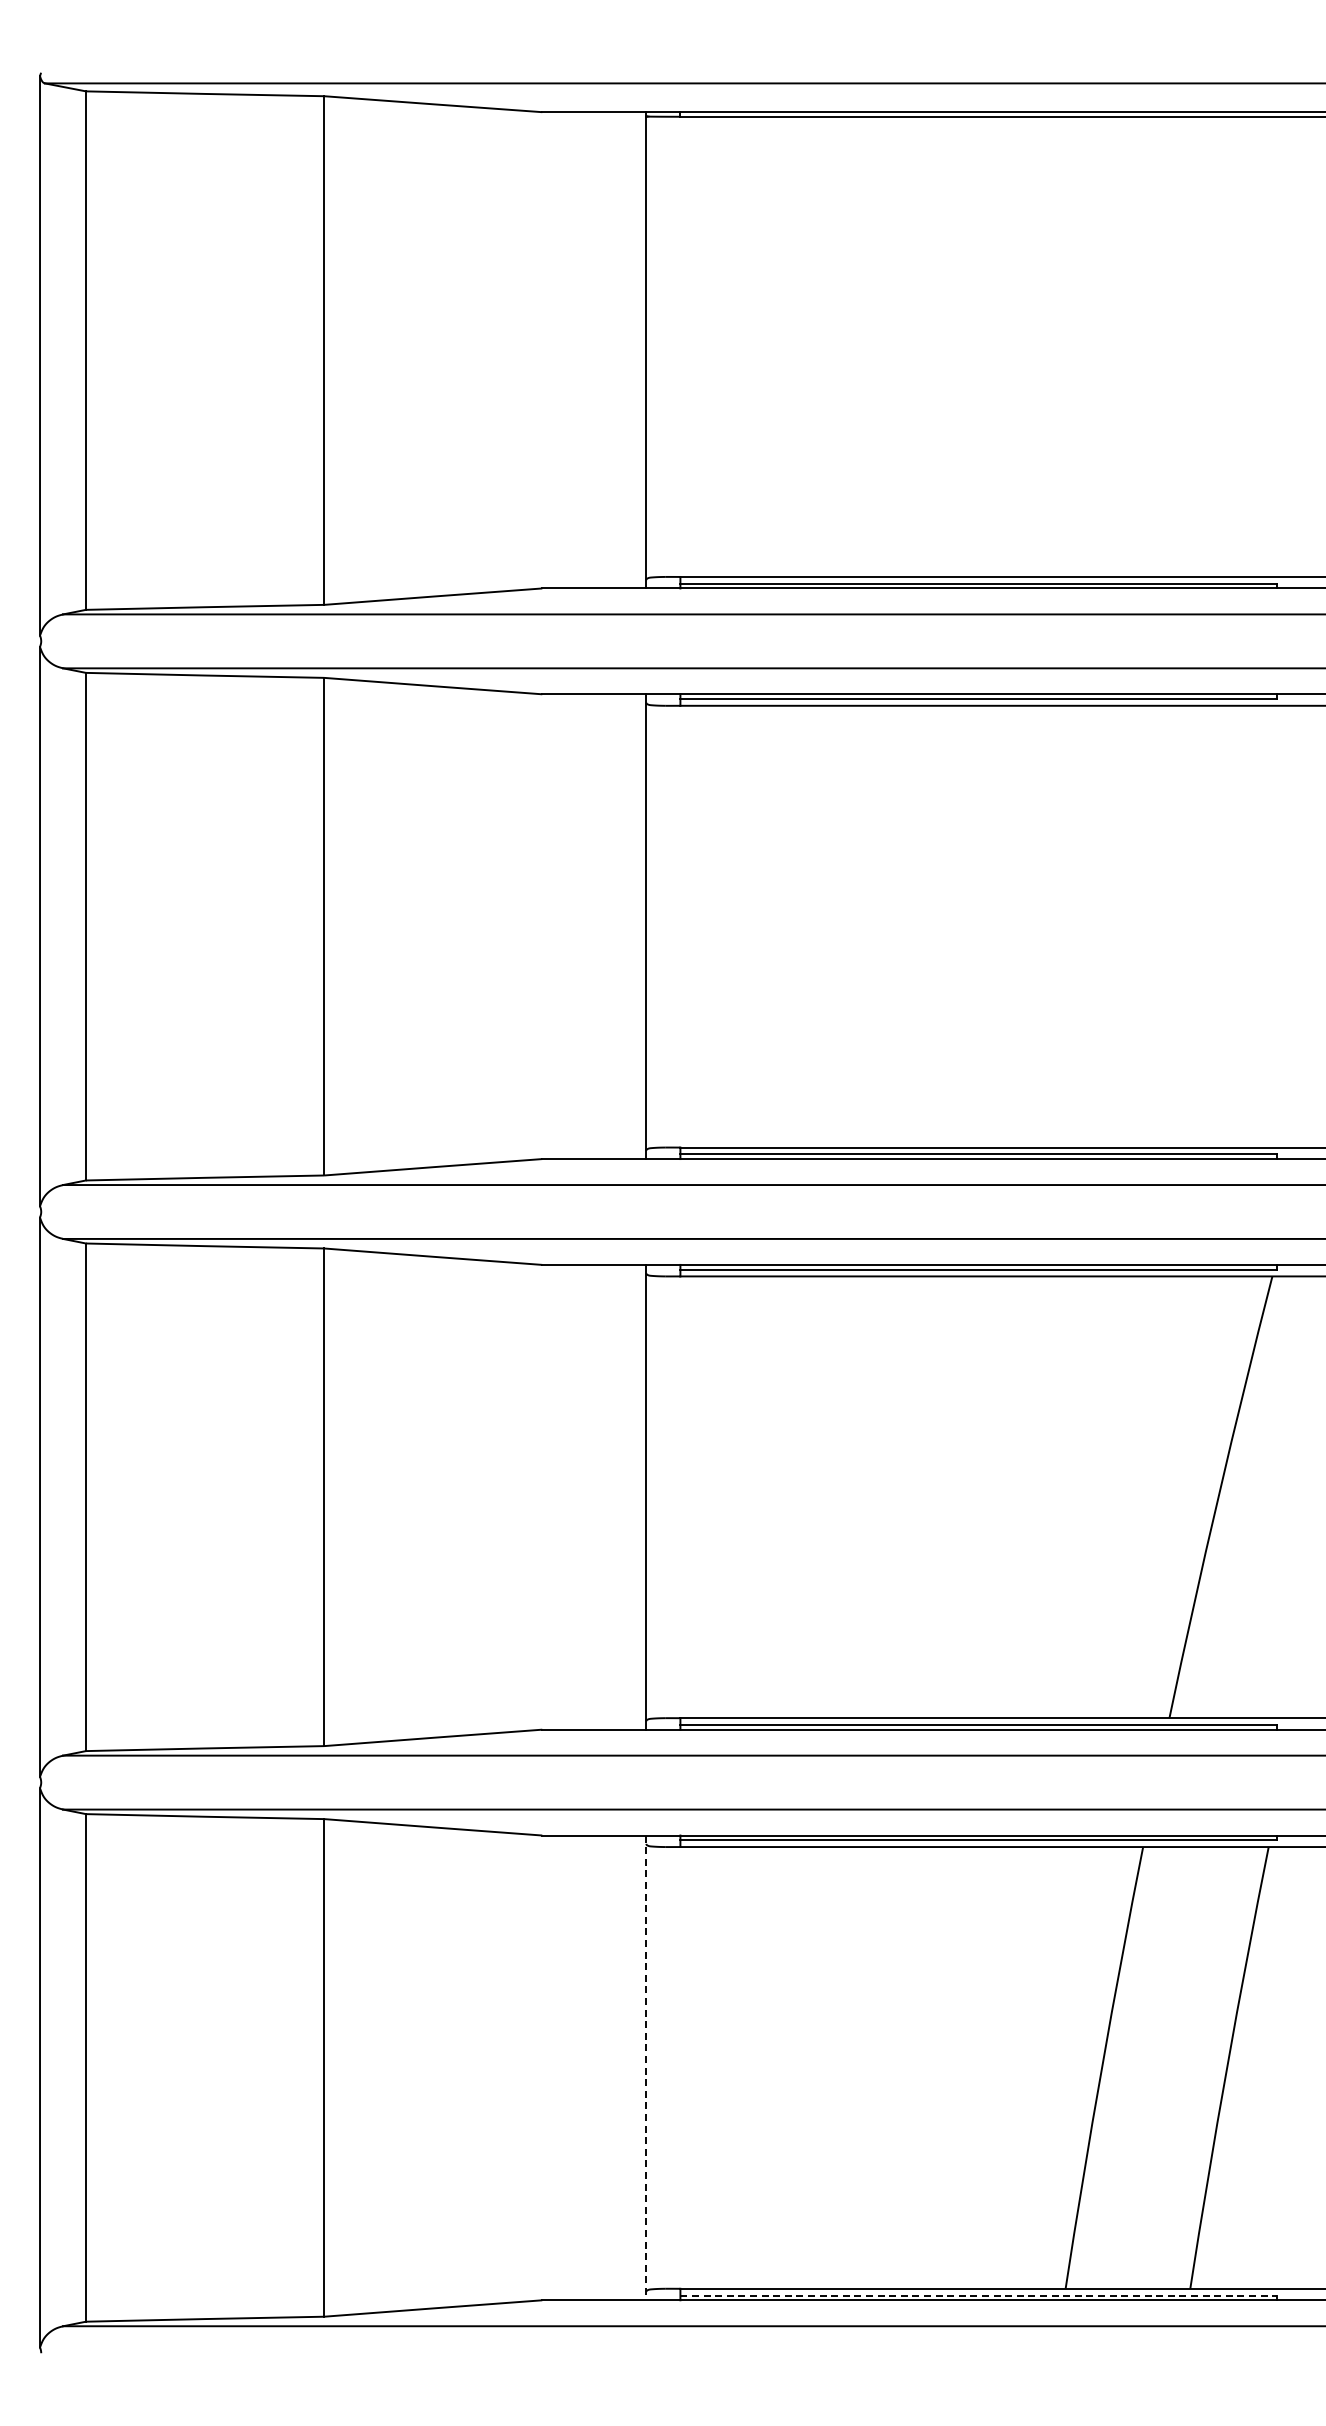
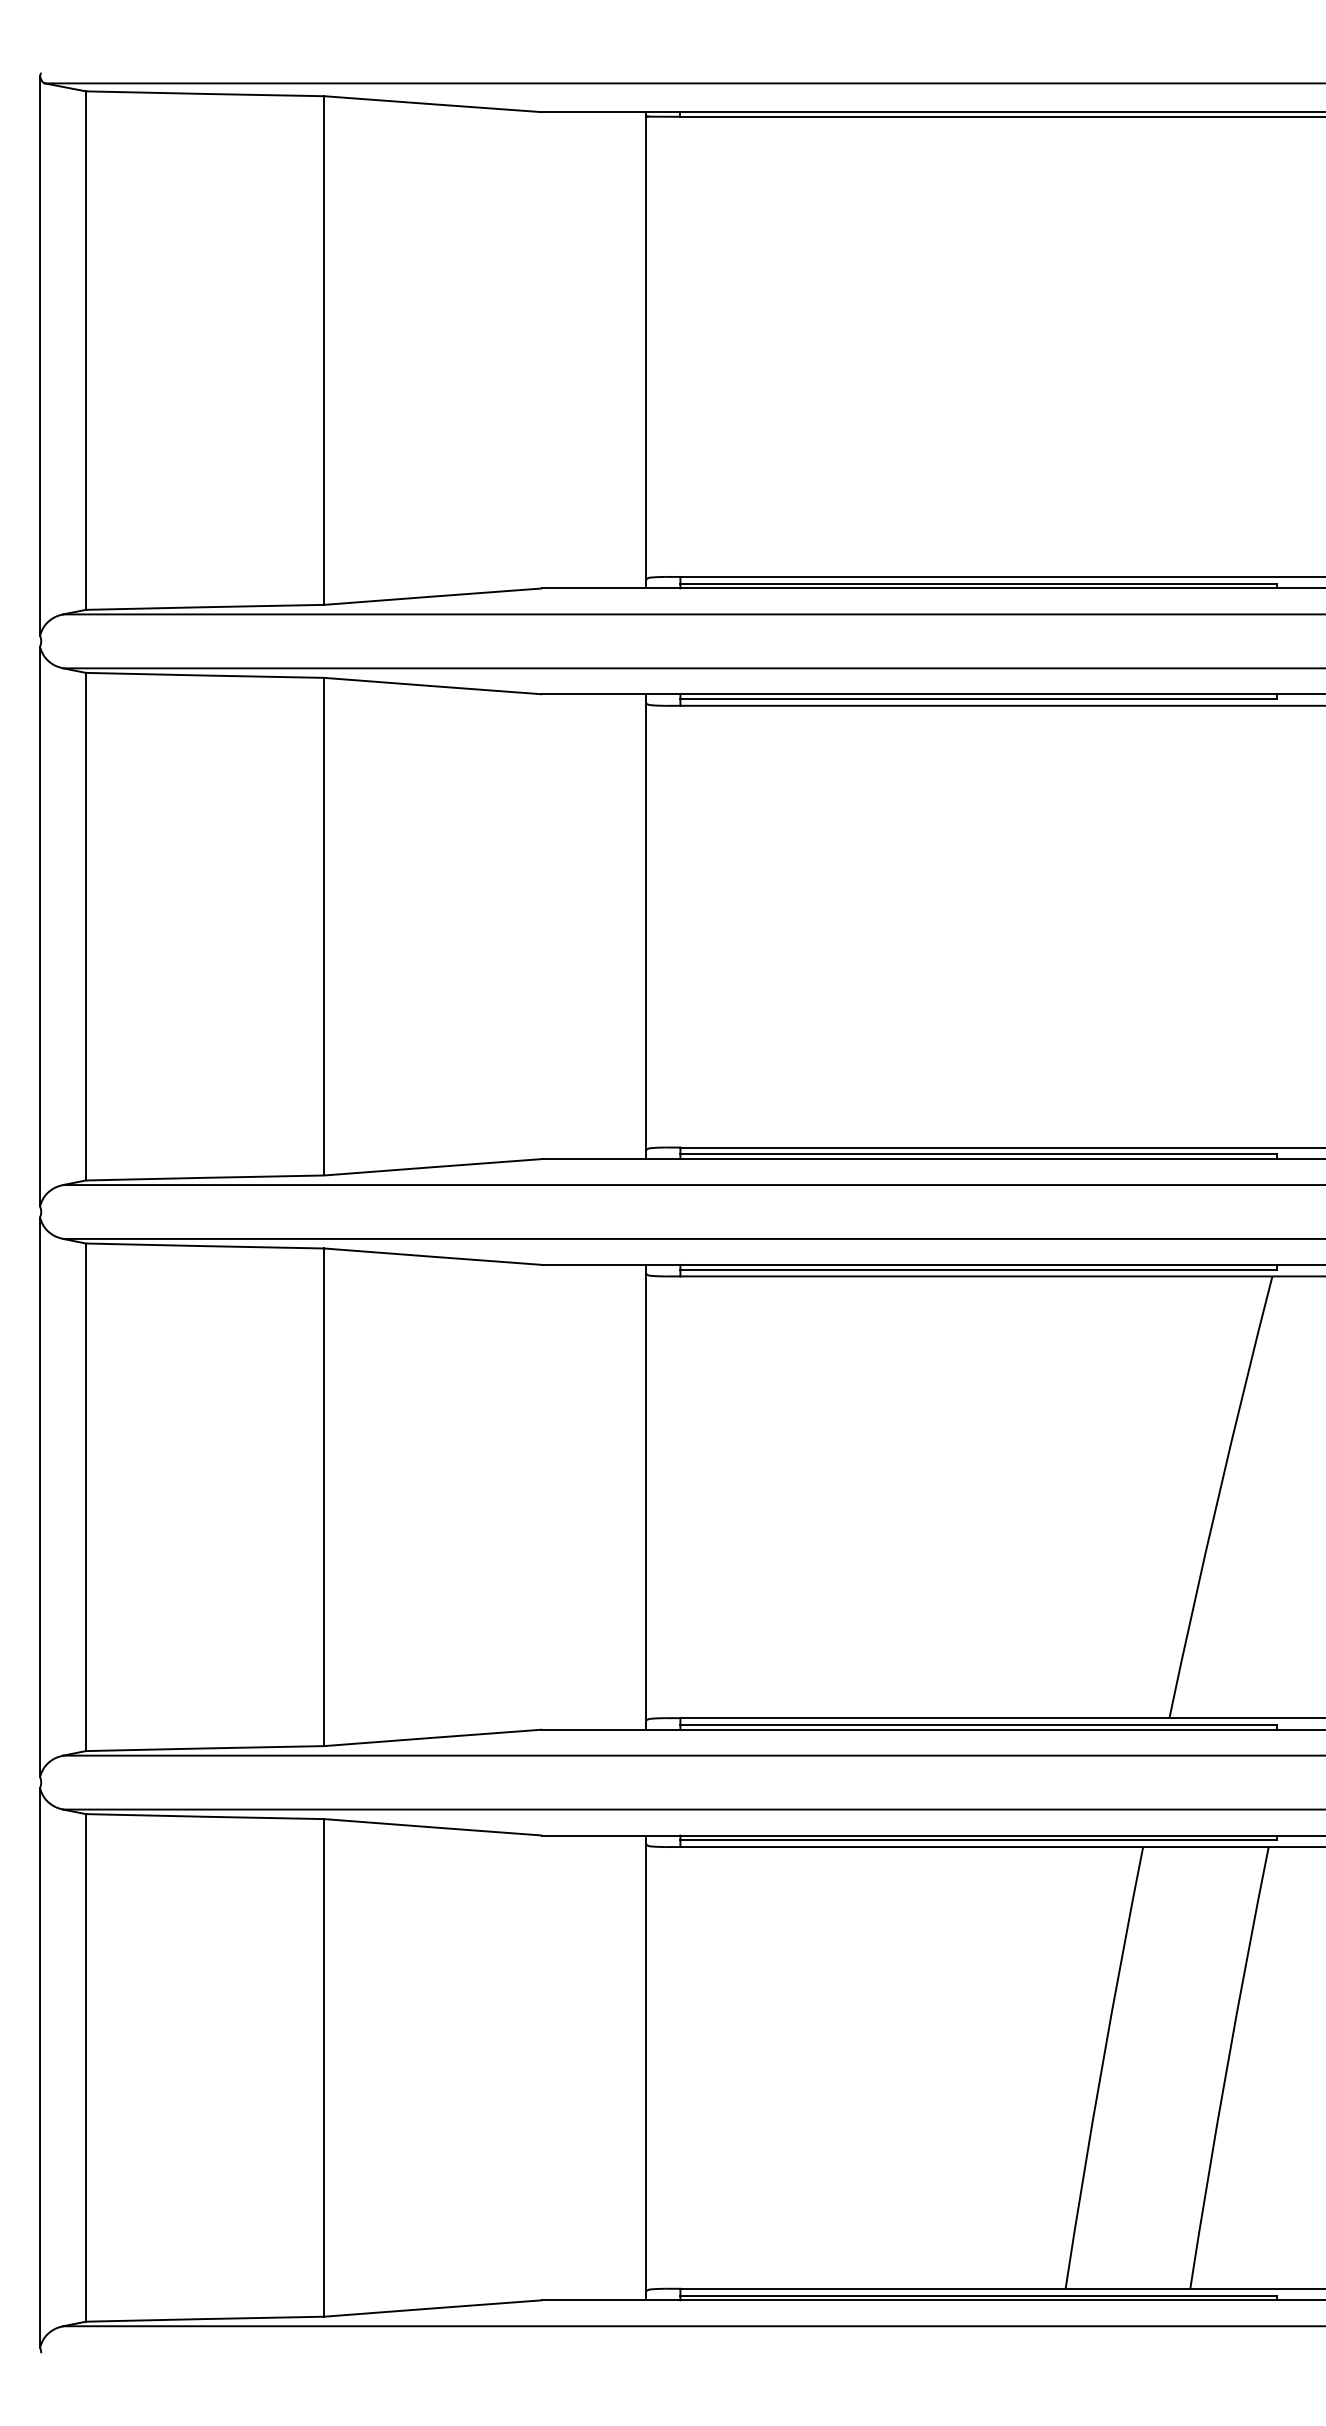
line at (646, 2068): dashed -> solid
line at (979, 2295): dashed -> solid
